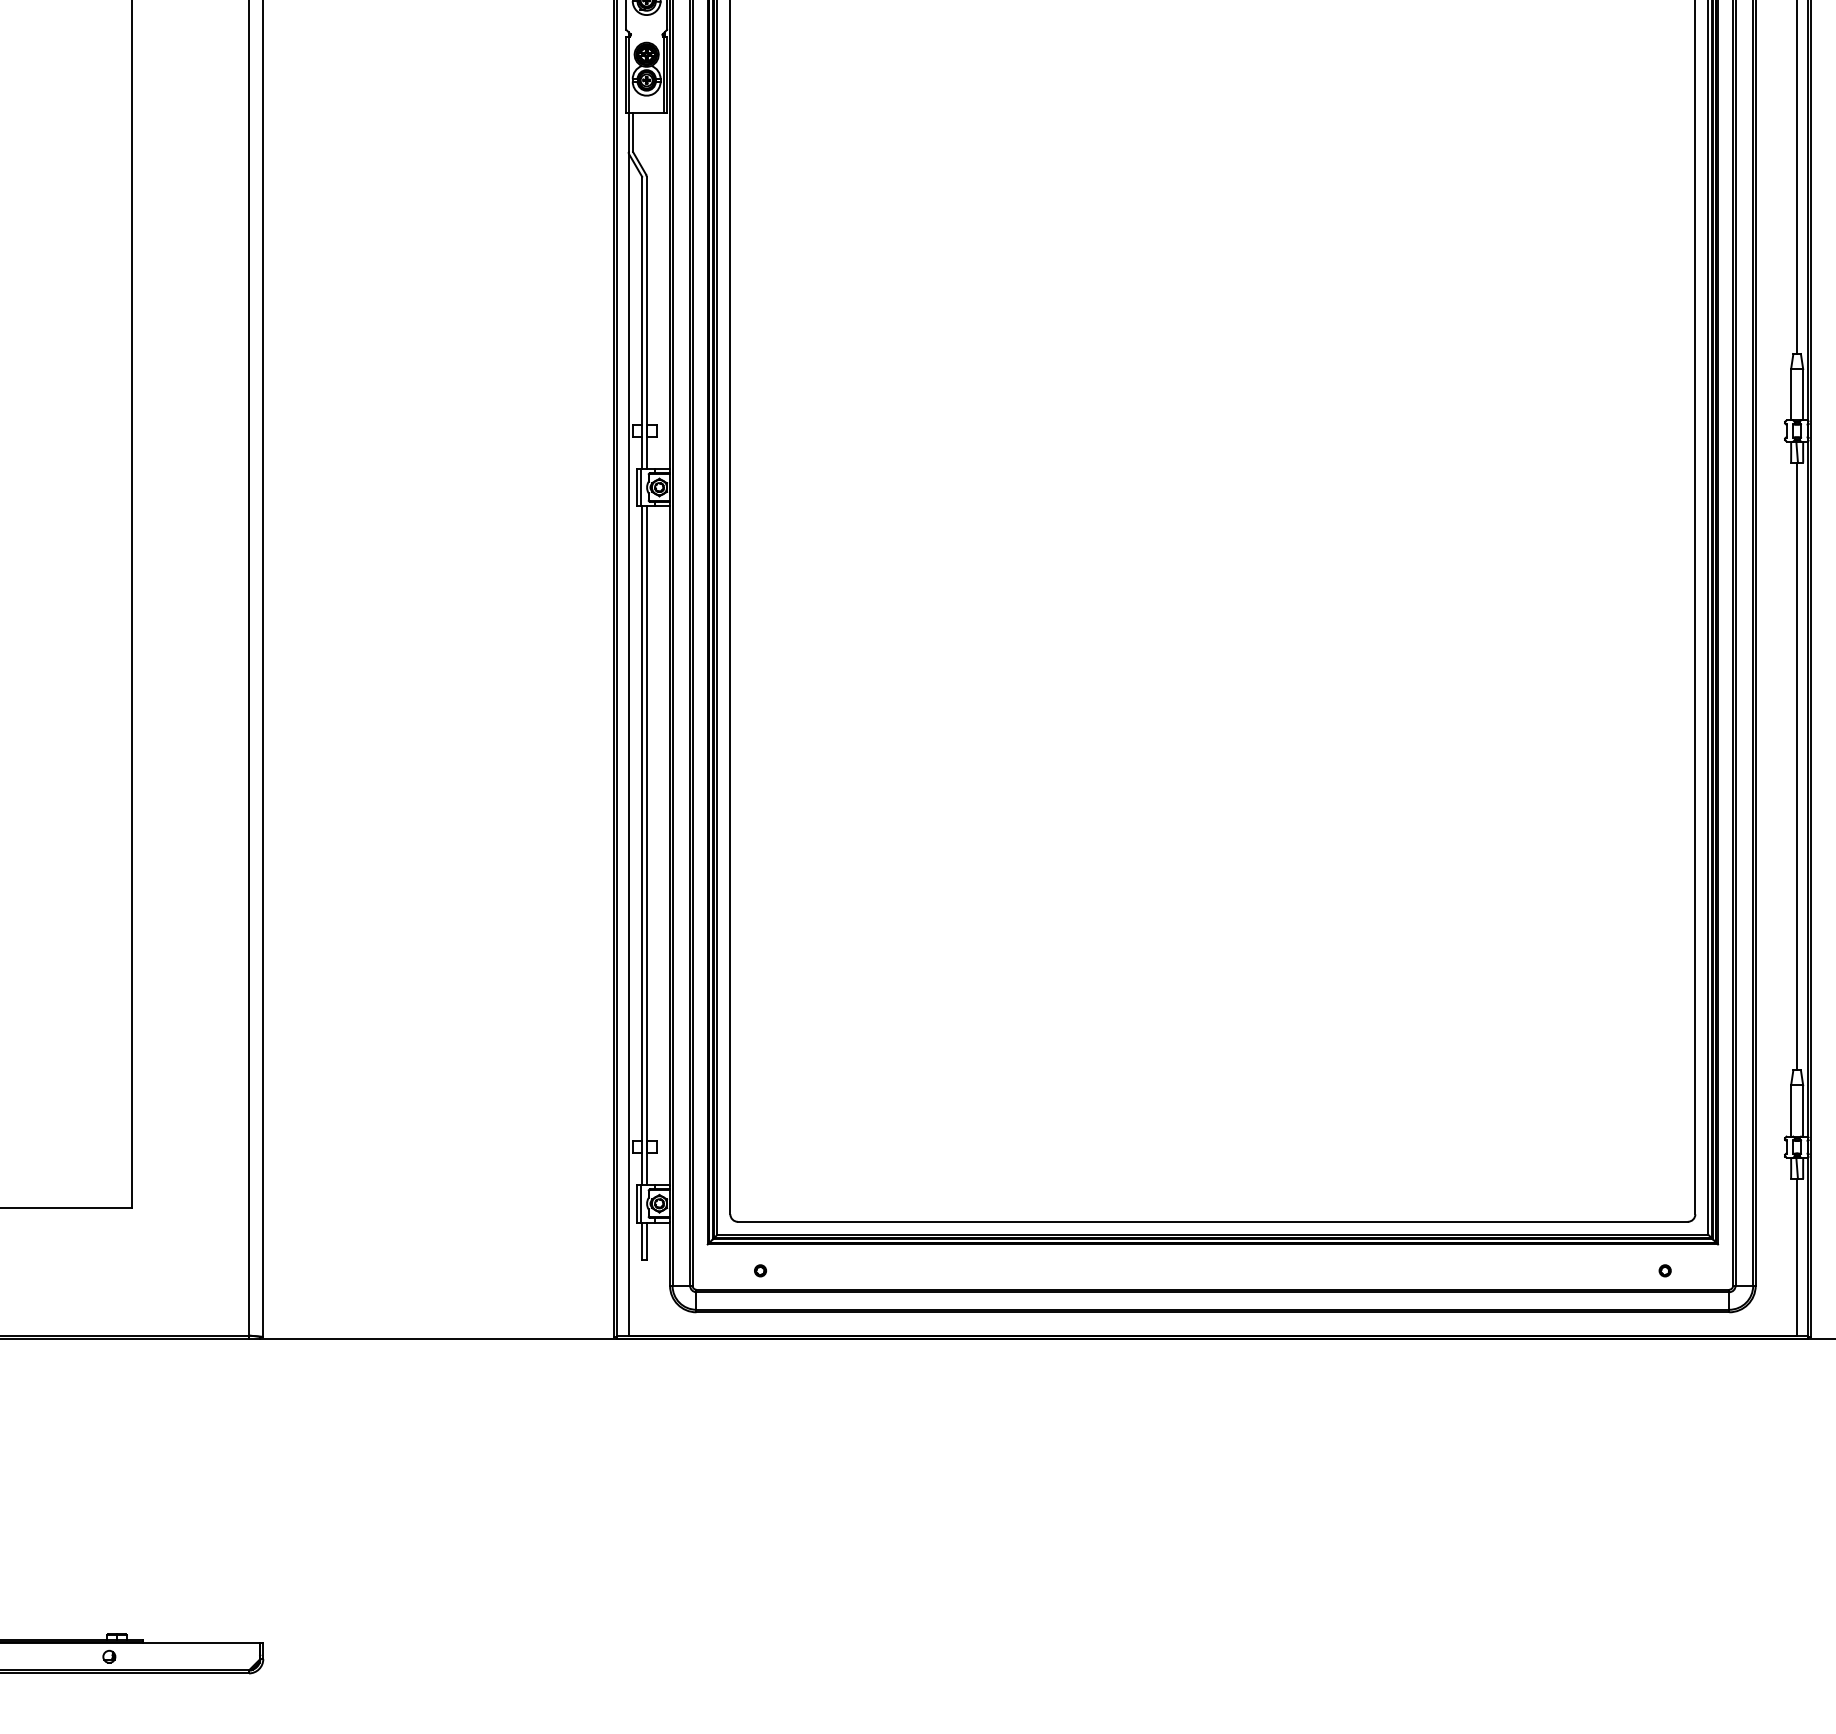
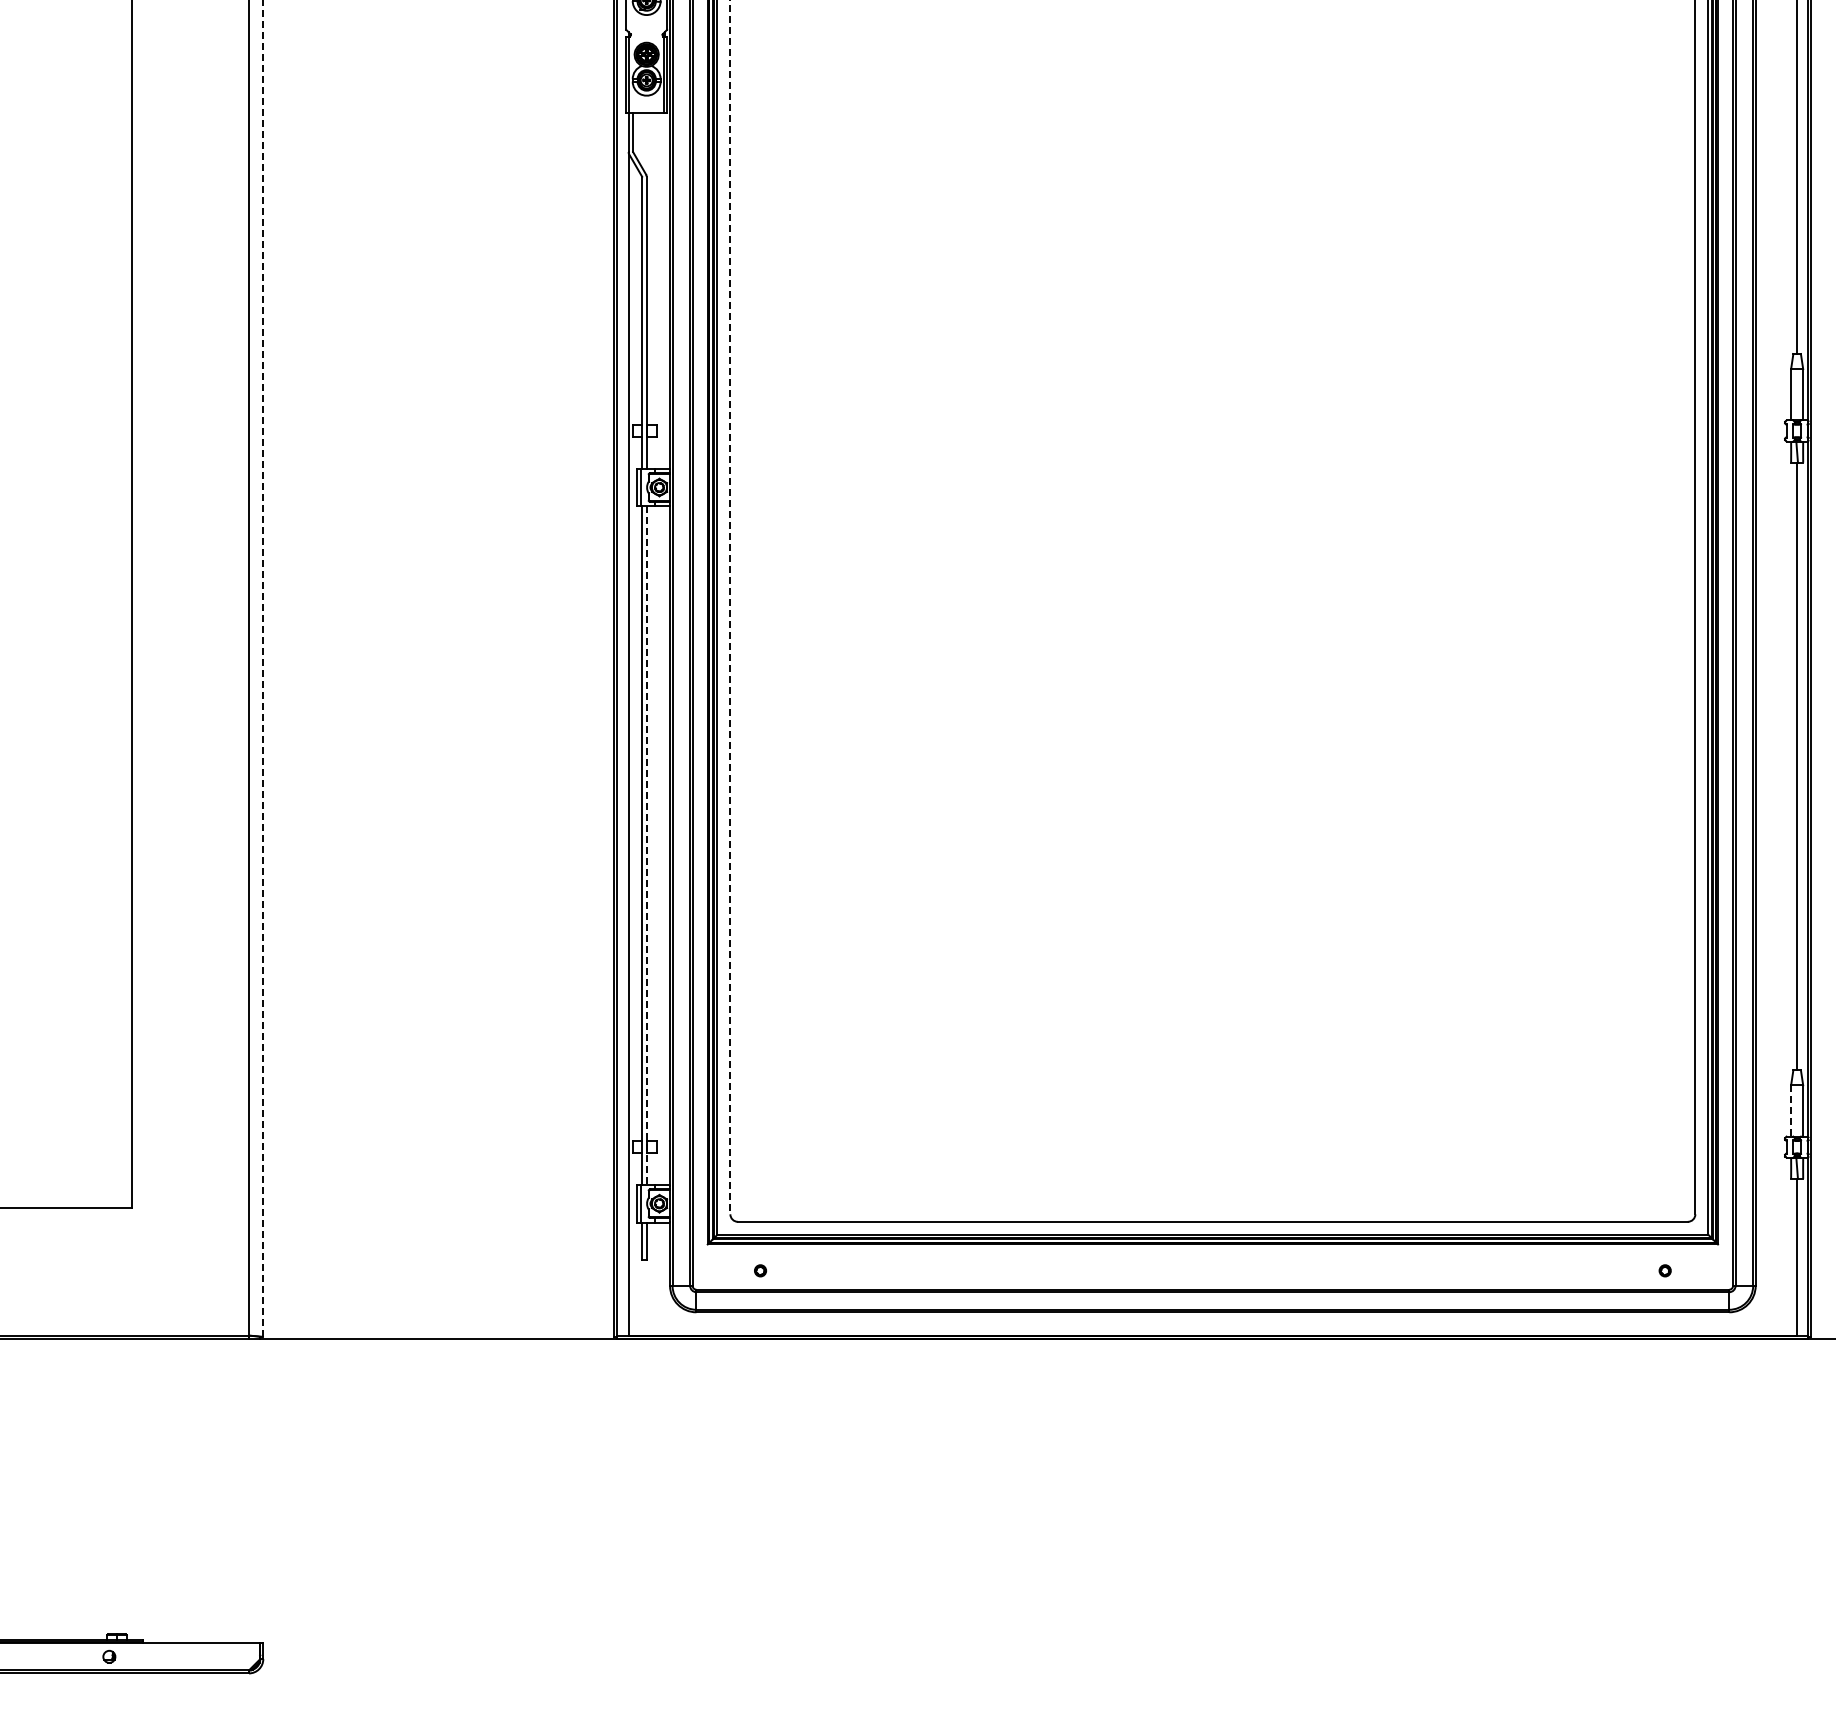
line at (730, 607): solid -> dashed
line at (263, 668): solid -> dashed
line at (646, 846): solid -> dashed
line at (1791, 1110): solid -> dashed
